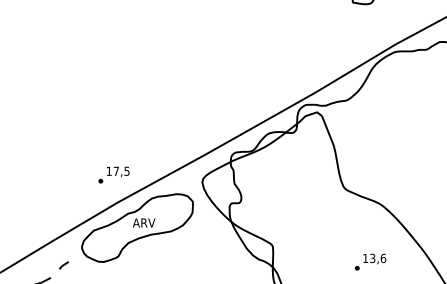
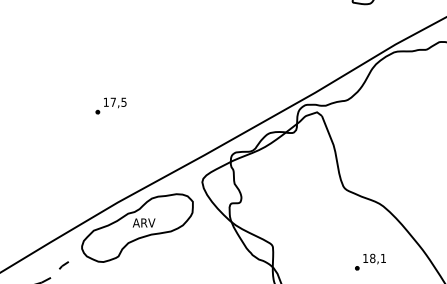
part at (113, 174) position: (113, 174) -> (110, 105)
text at (378, 258): 13,6 -> 18,1
